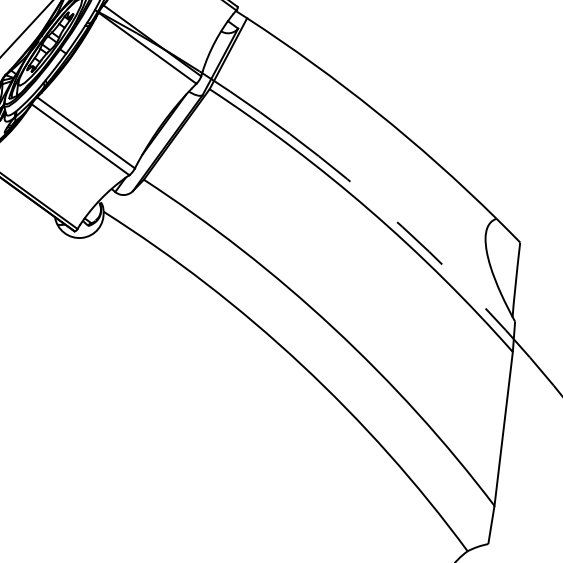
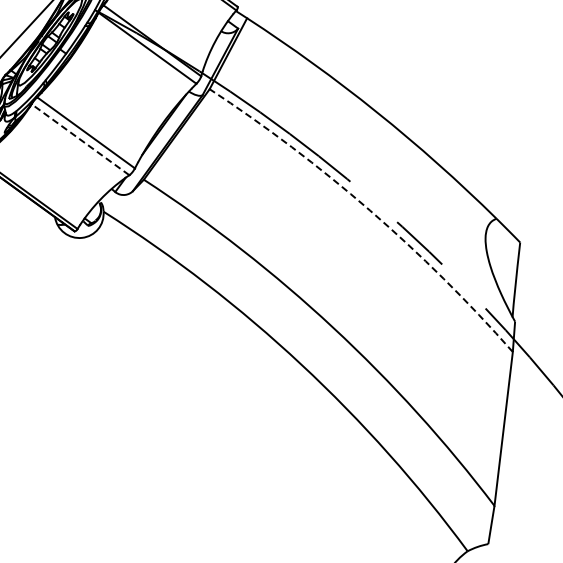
line at (80, 139): solid -> dashed
arc at (370, 210): solid -> dashed
